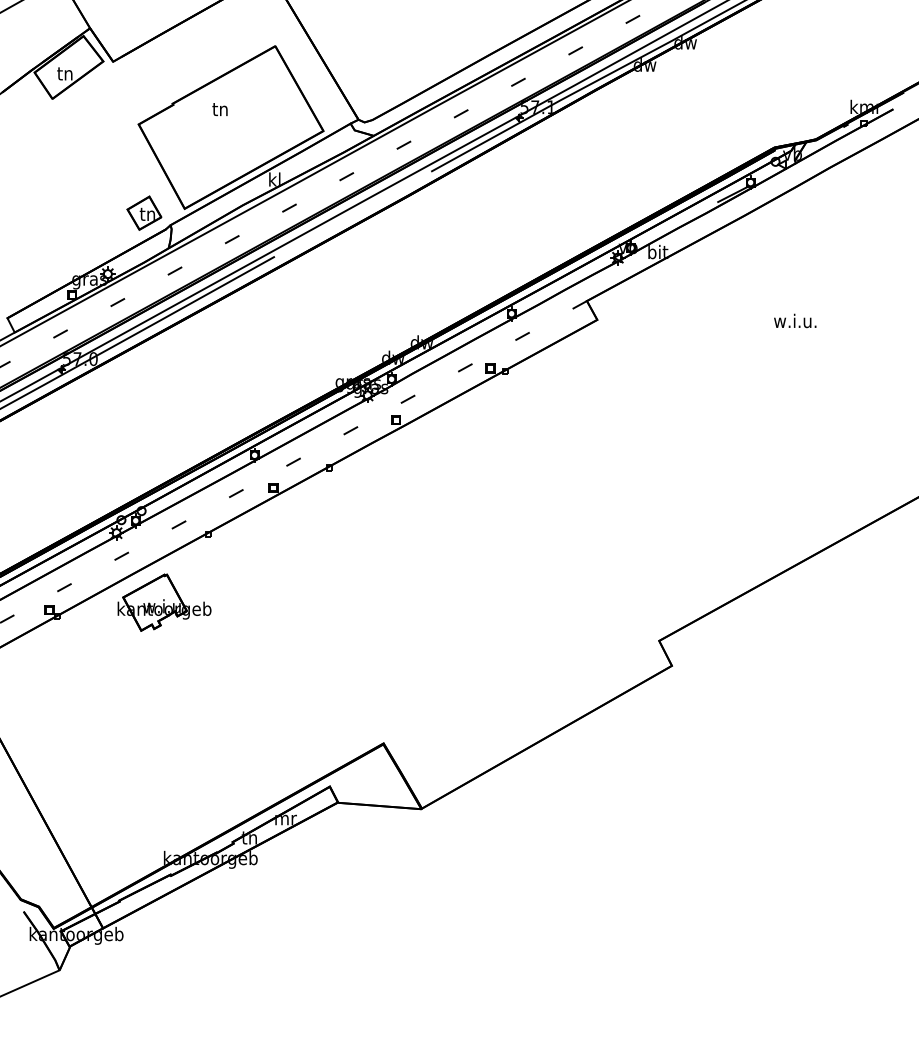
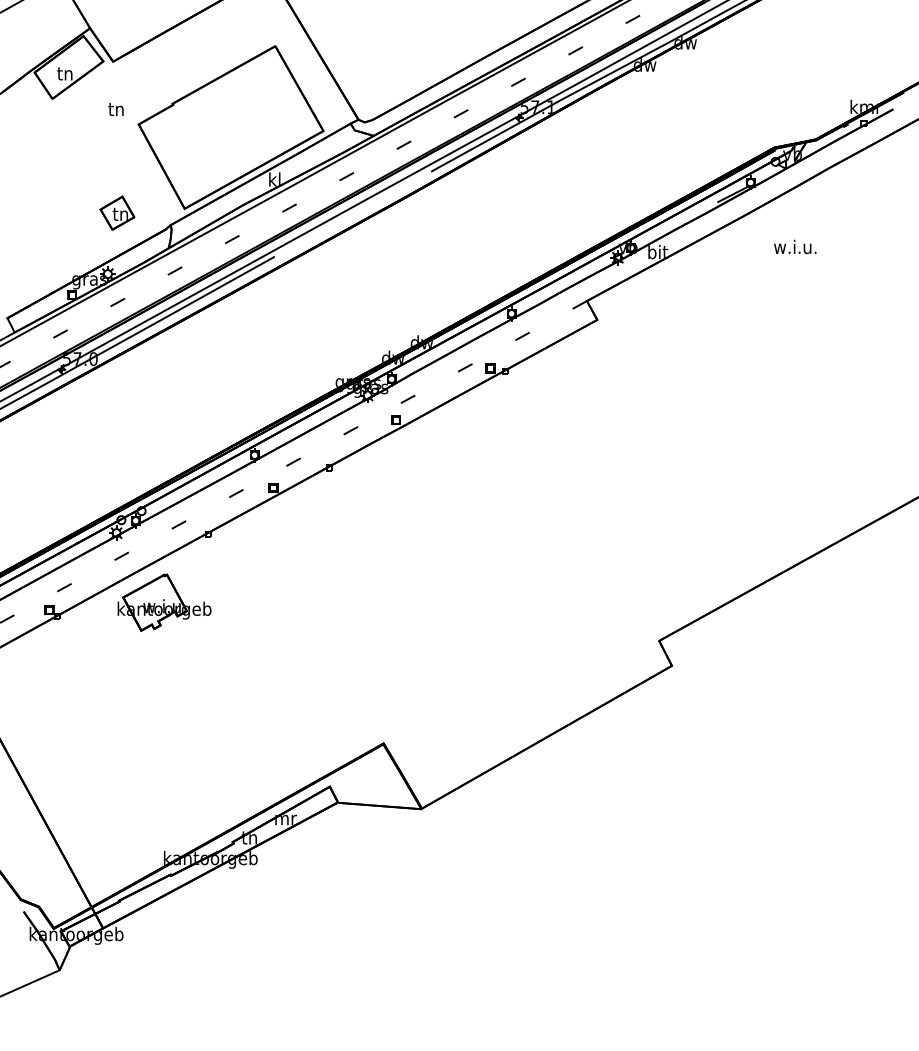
text at (219, 109) position: (219, 109) -> (115, 109)
part at (144, 212) position: (144, 212) -> (117, 212)
text at (795, 320) position: (795, 320) -> (795, 246)
